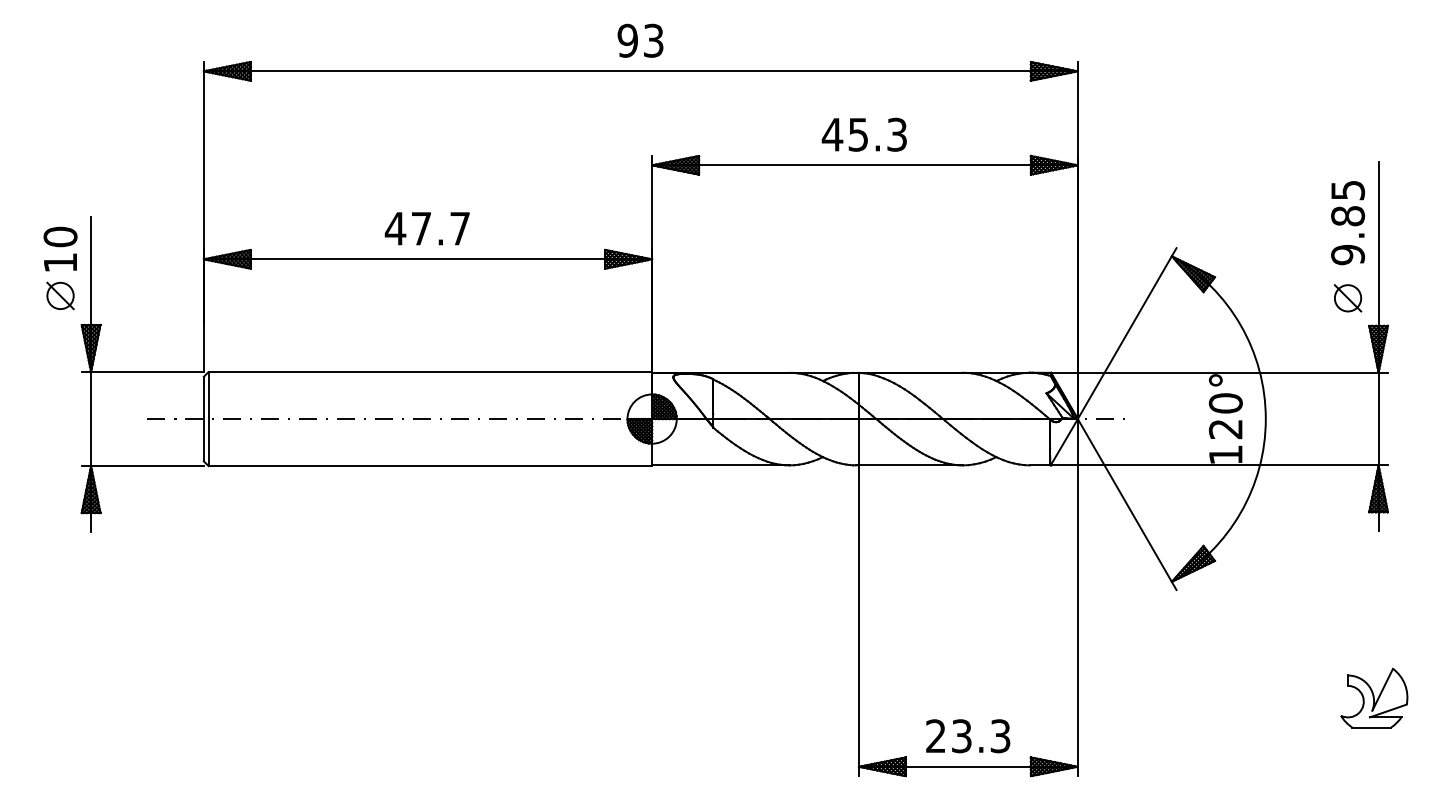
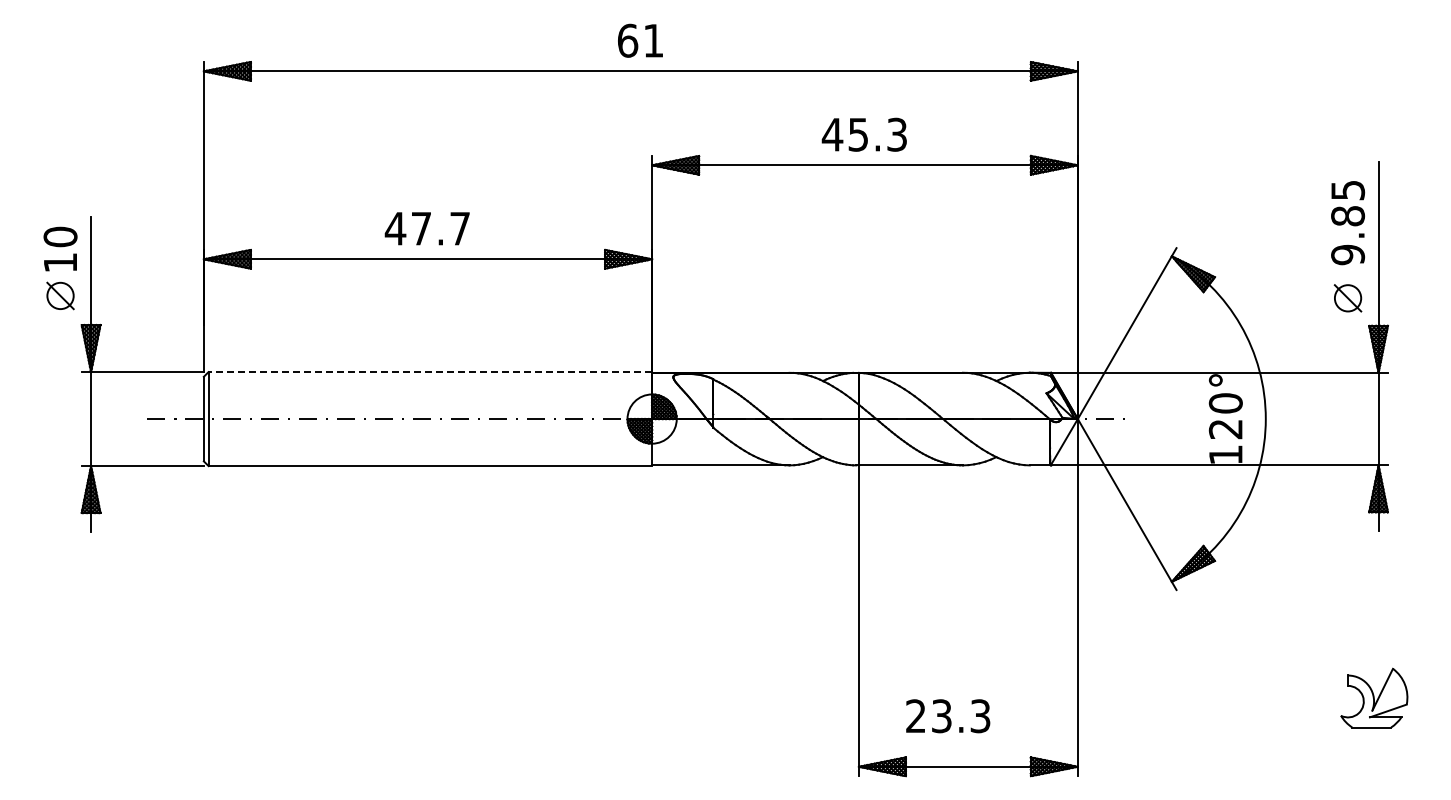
text at (640, 40): 93 -> 61
line at (430, 372): solid -> dashed
text at (968, 736) position: (968, 736) -> (948, 716)
